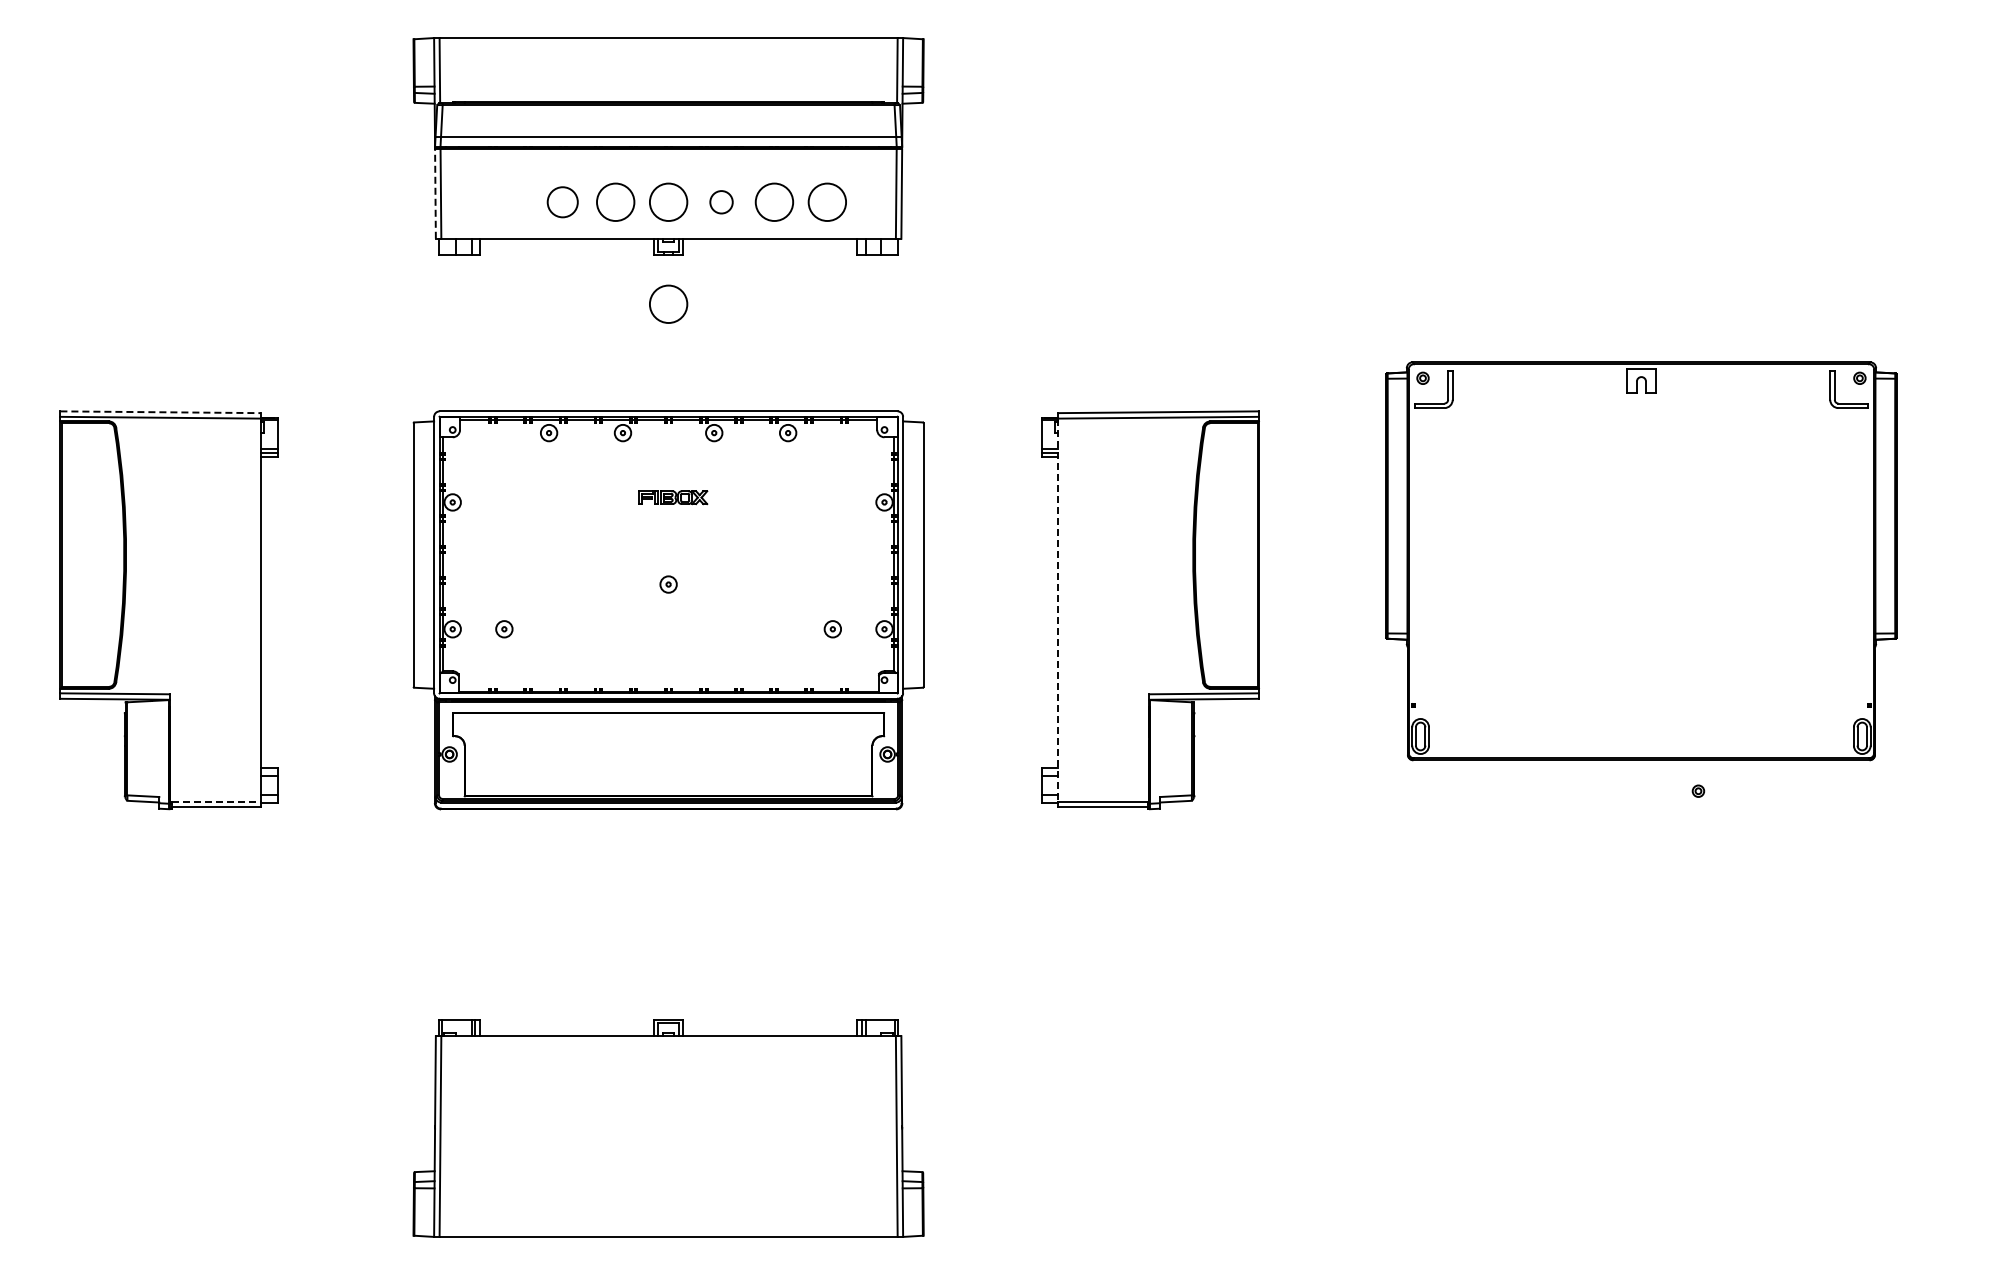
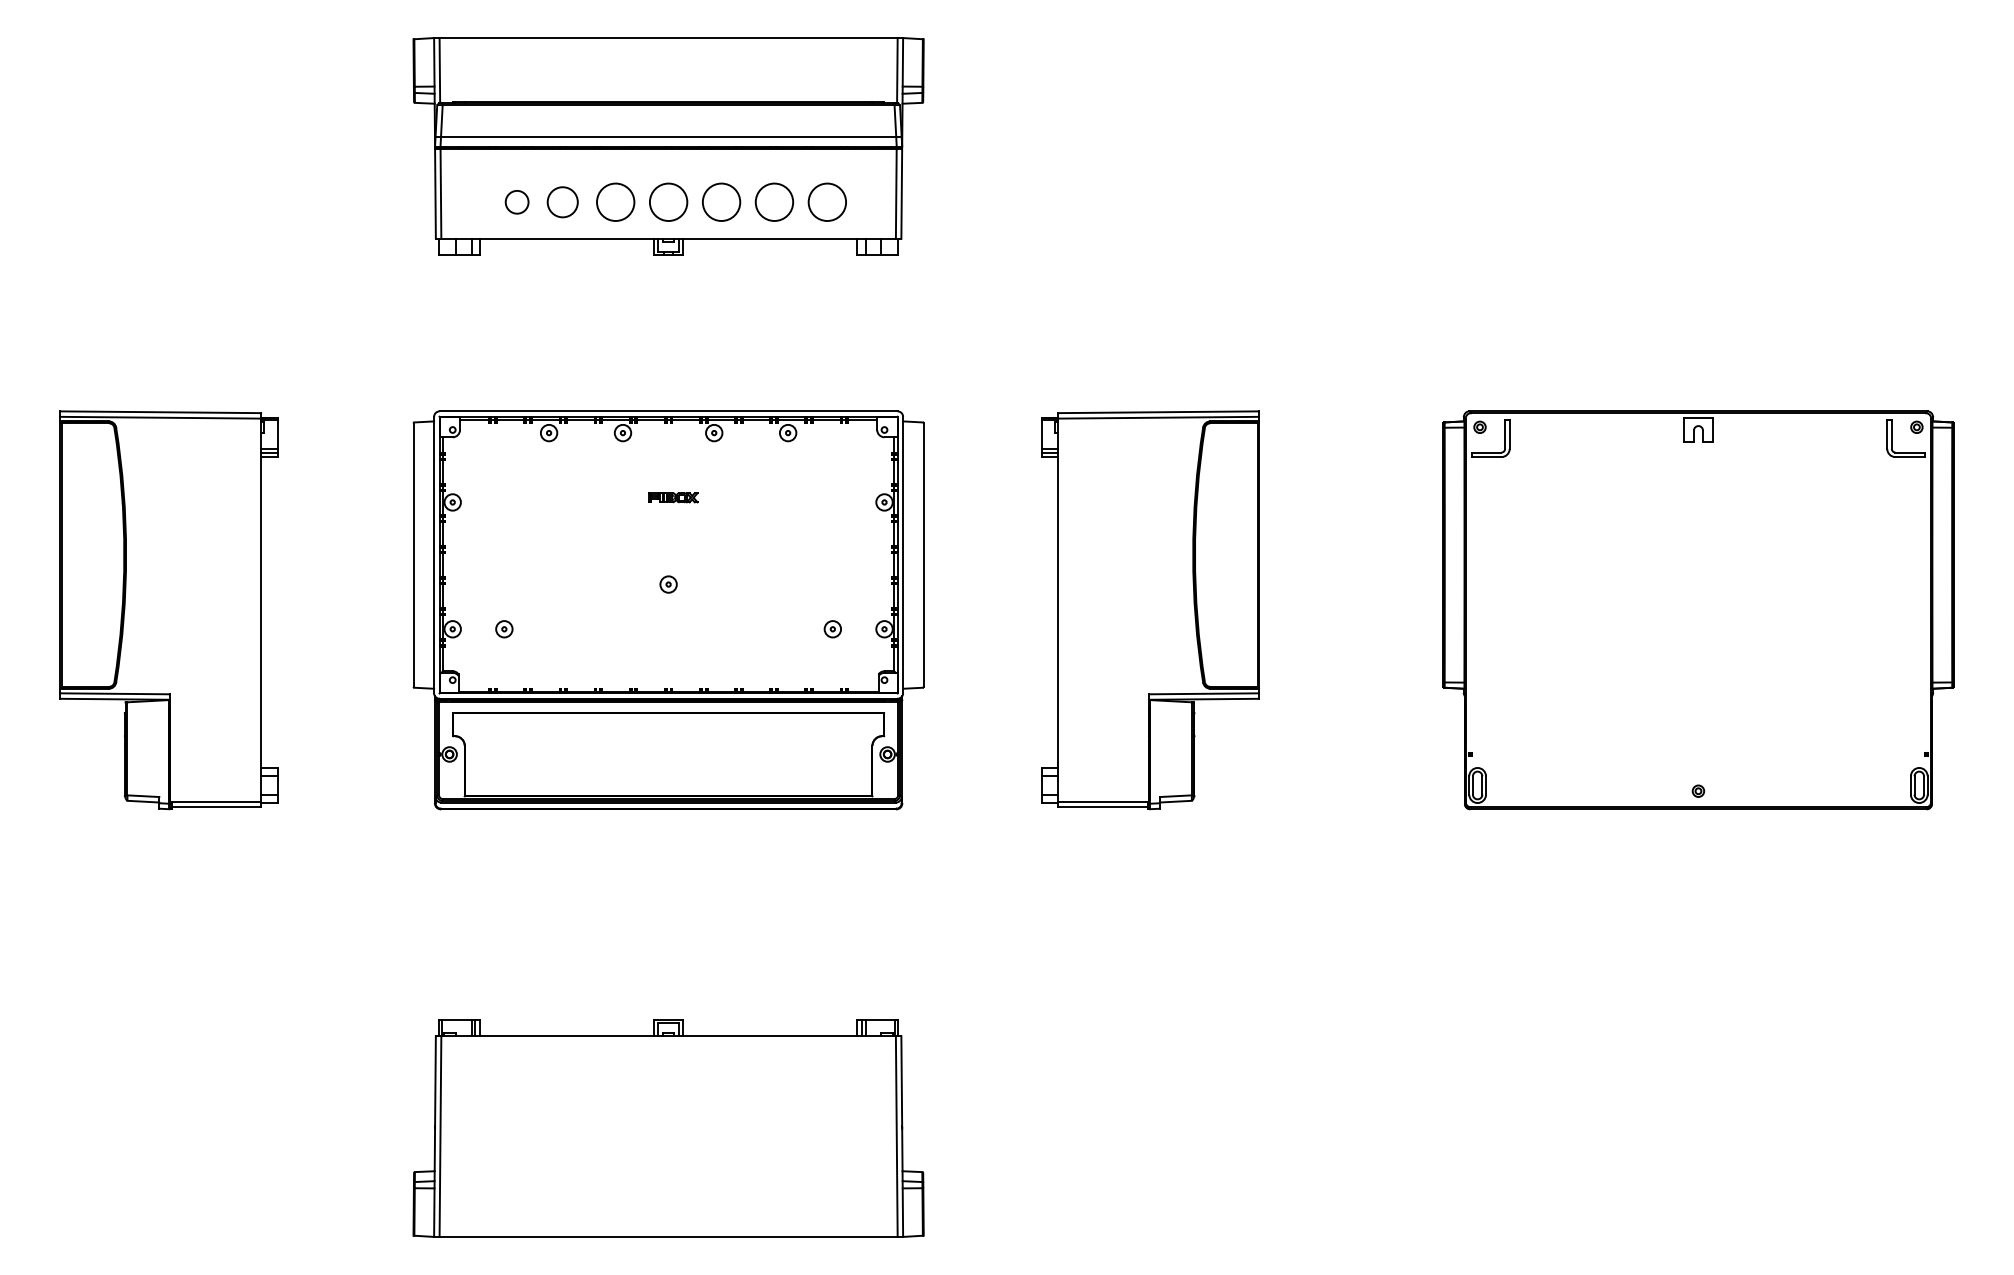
line at (435, 194): dashed -> solid
circle at (516, 202): none -> present
circle at (721, 202) diameter: 22 px -> 37 px
circle at (668, 303): present -> none
line at (161, 412): dashed -> solid
part at (673, 497) size: 71x16 px -> 51x12 px
part at (1641, 561) position: (1641, 561) -> (1698, 610)
line at (1058, 610): dashed -> solid
line at (216, 801): dashed -> solid
